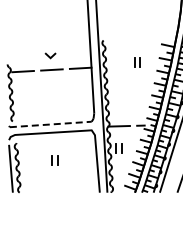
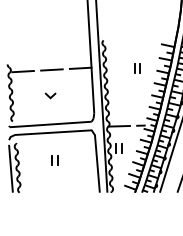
line at (49, 55) position: (49, 55) -> (49, 95)
part at (137, 62) position: (137, 62) -> (137, 68)
line at (51, 124): dashed -> solid
